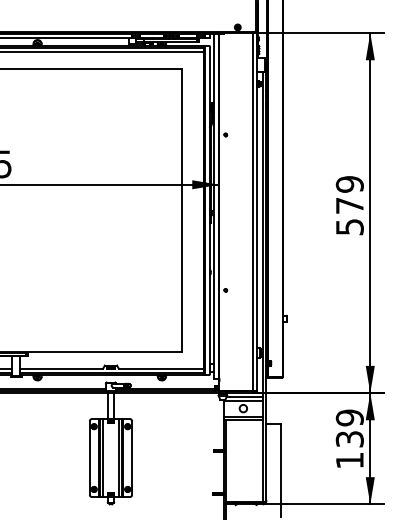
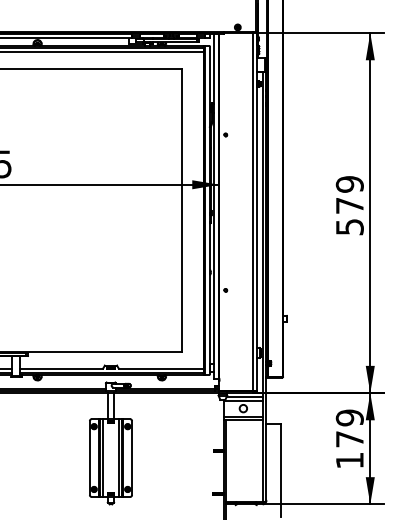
text at (349, 439): 139 -> 179
